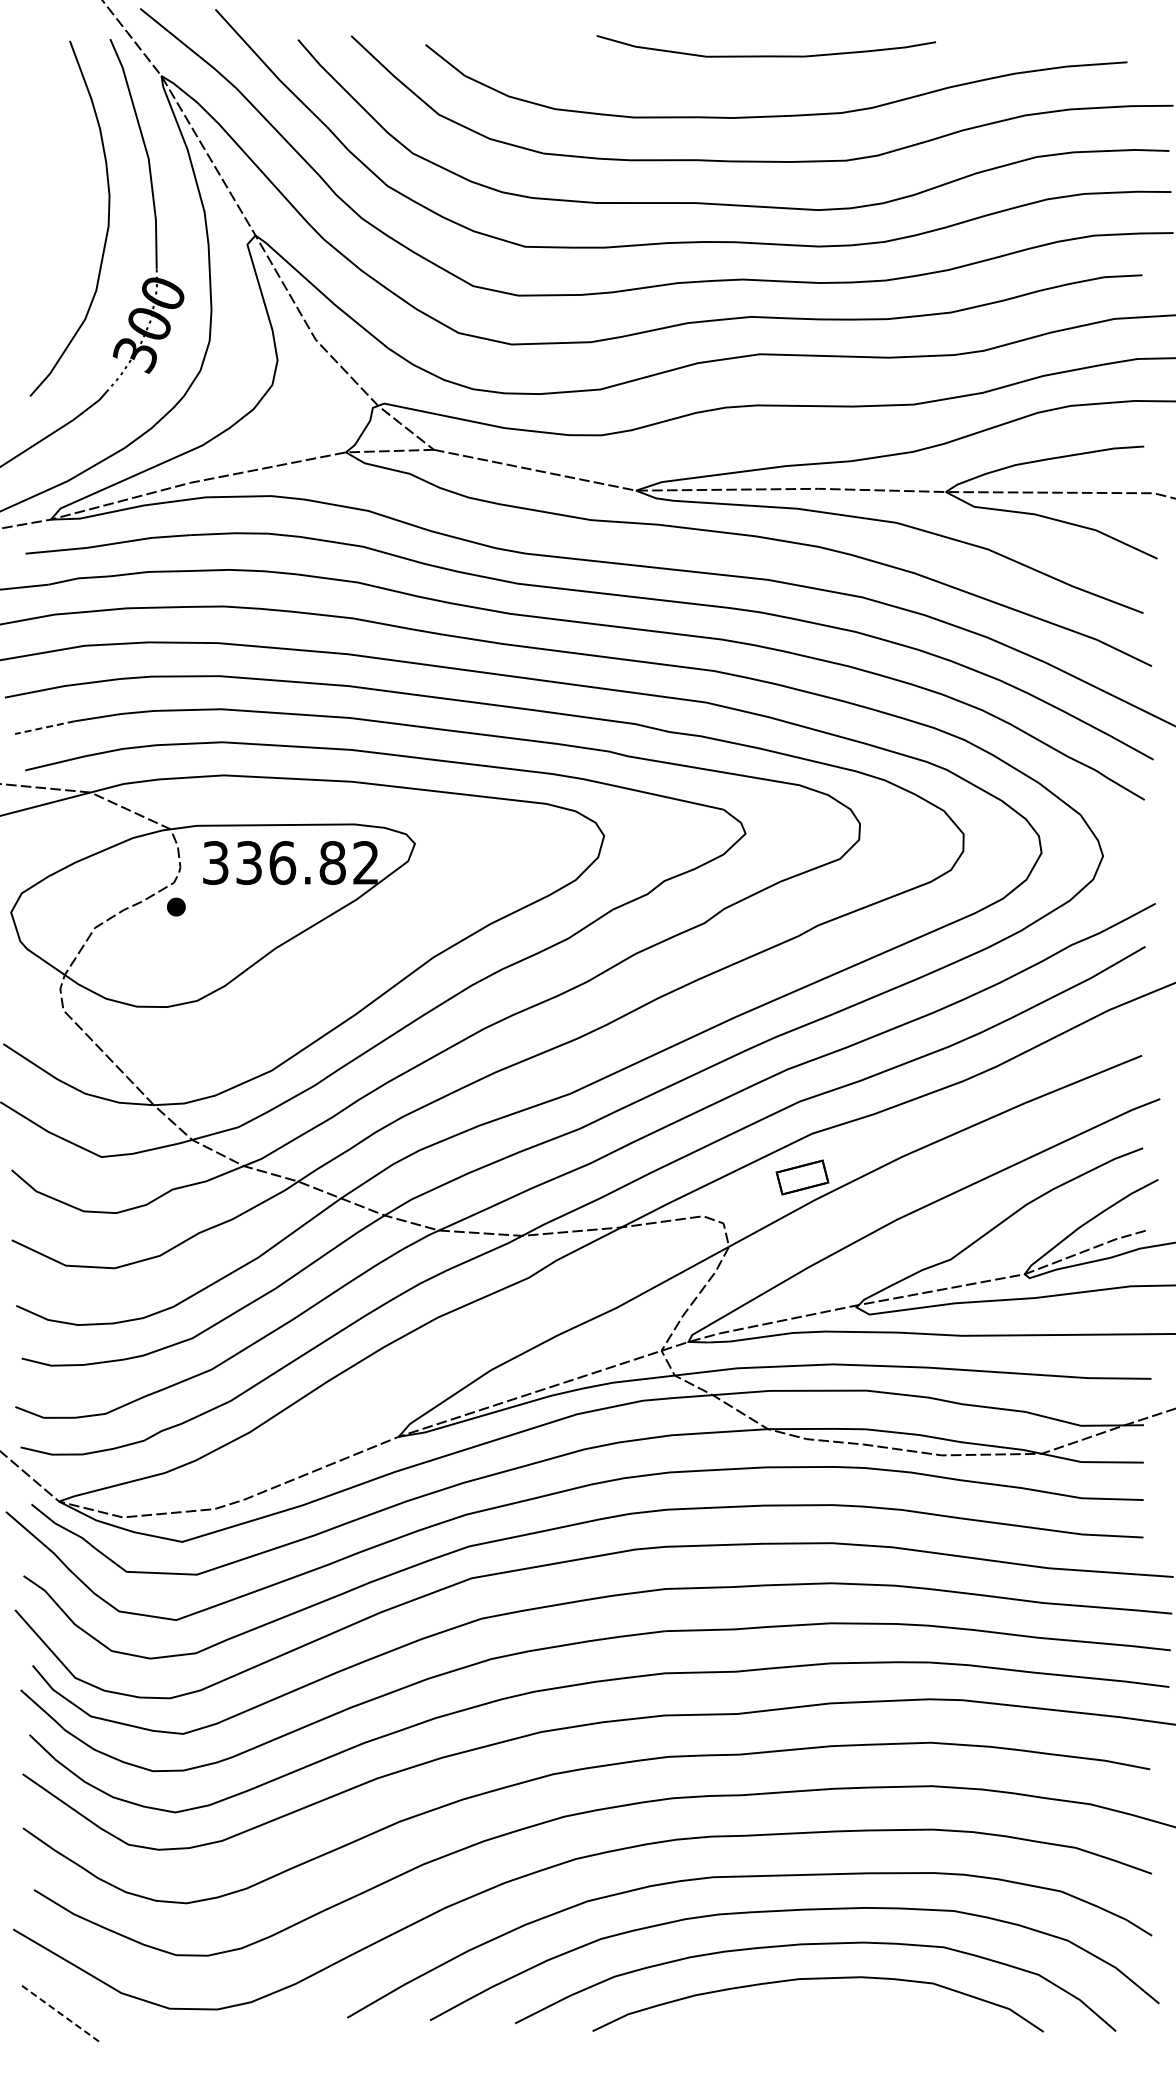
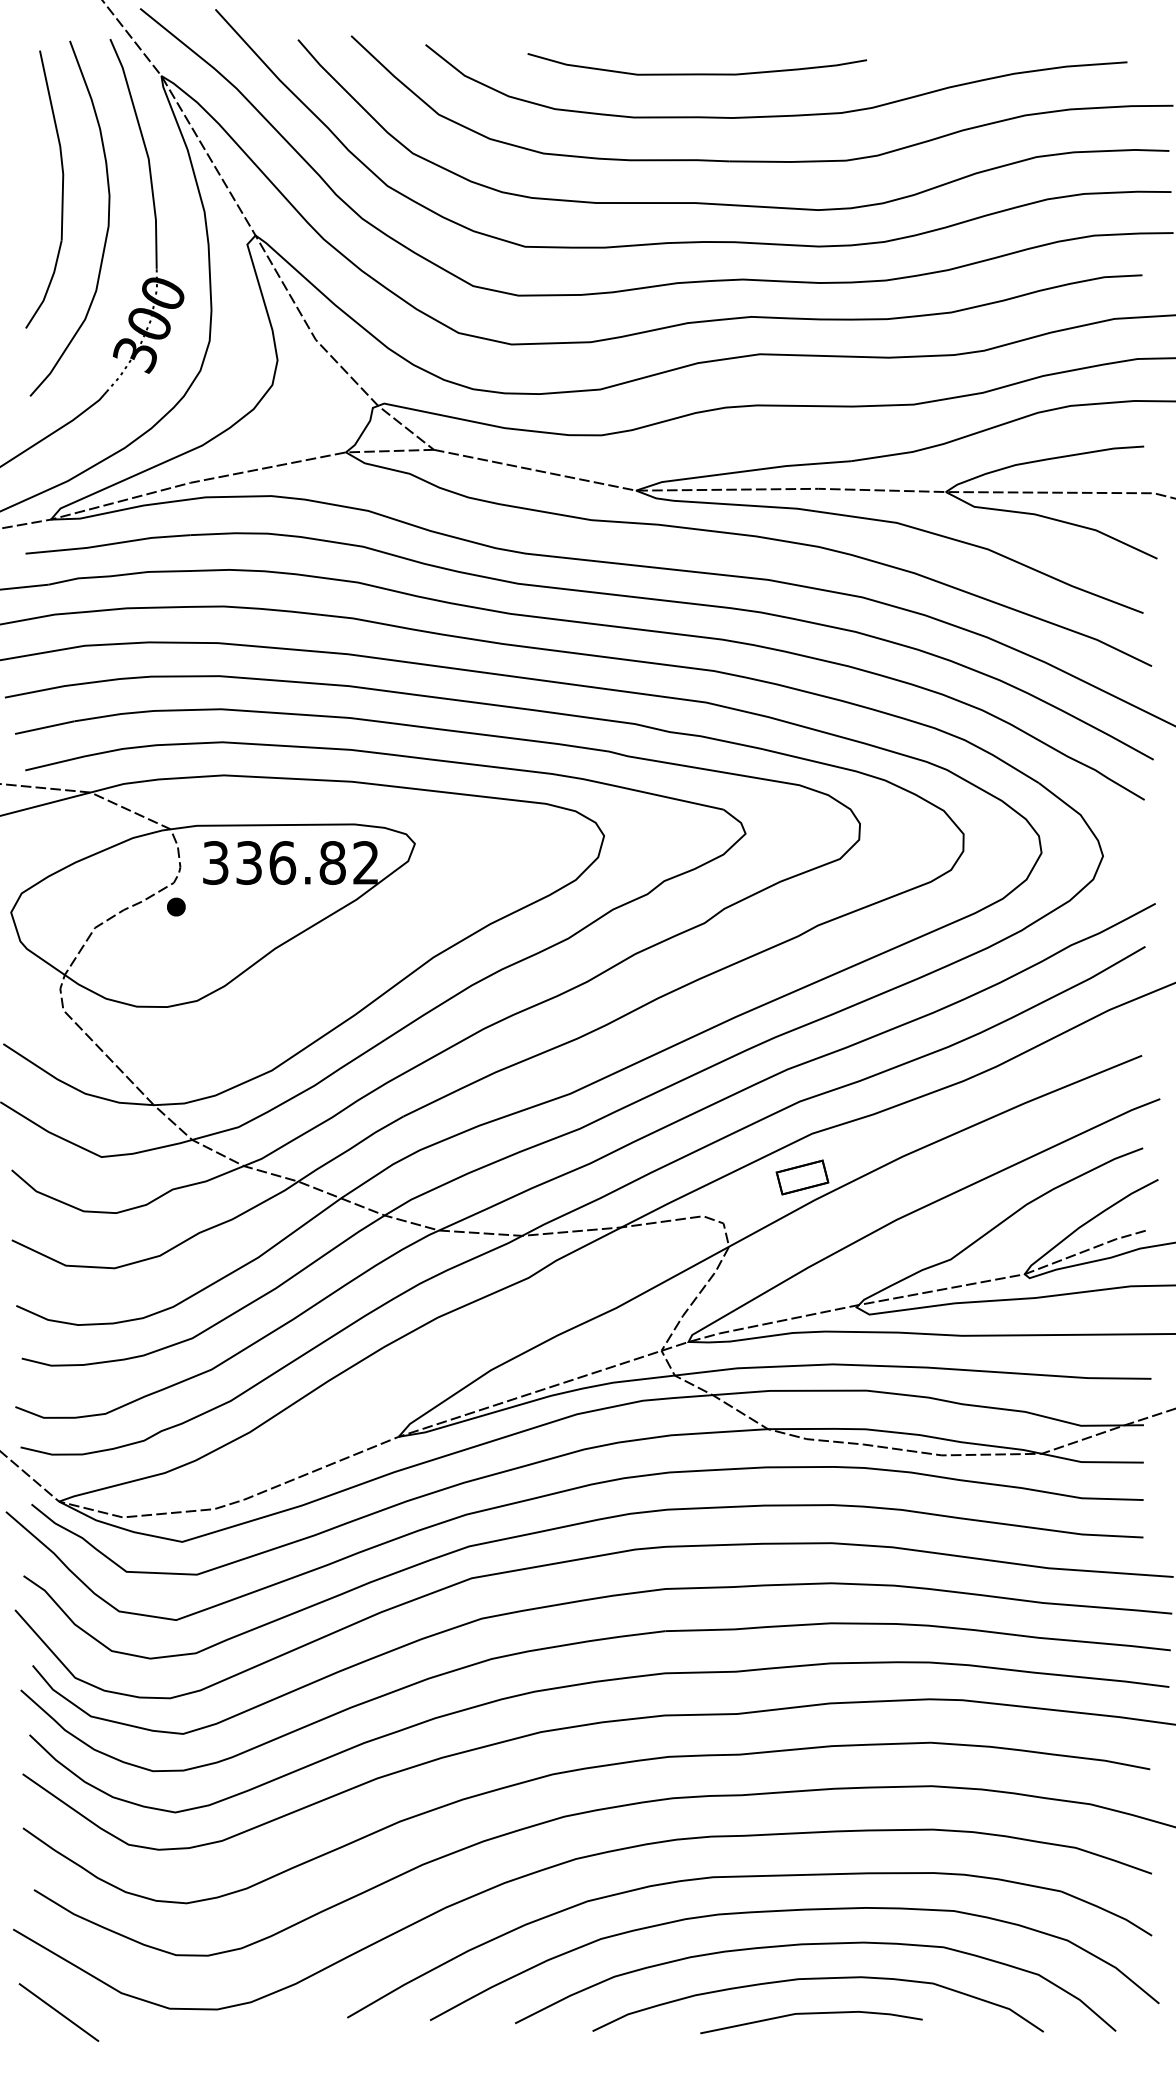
curve at (766, 55) position: (766, 55) -> (697, 73)
part at (61, 193): none -> present
line at (44, 727): dashed -> solid
line at (58, 2012): dashed -> solid
line at (811, 2014): none -> present
